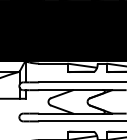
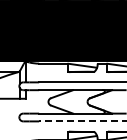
line at (82, 121): solid -> dashed
